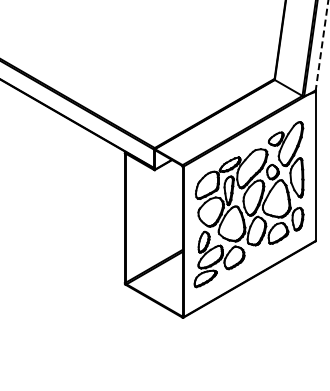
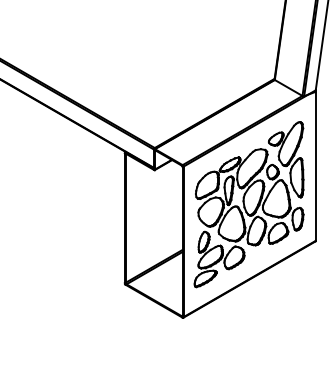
line at (322, 45): dashed -> solid
